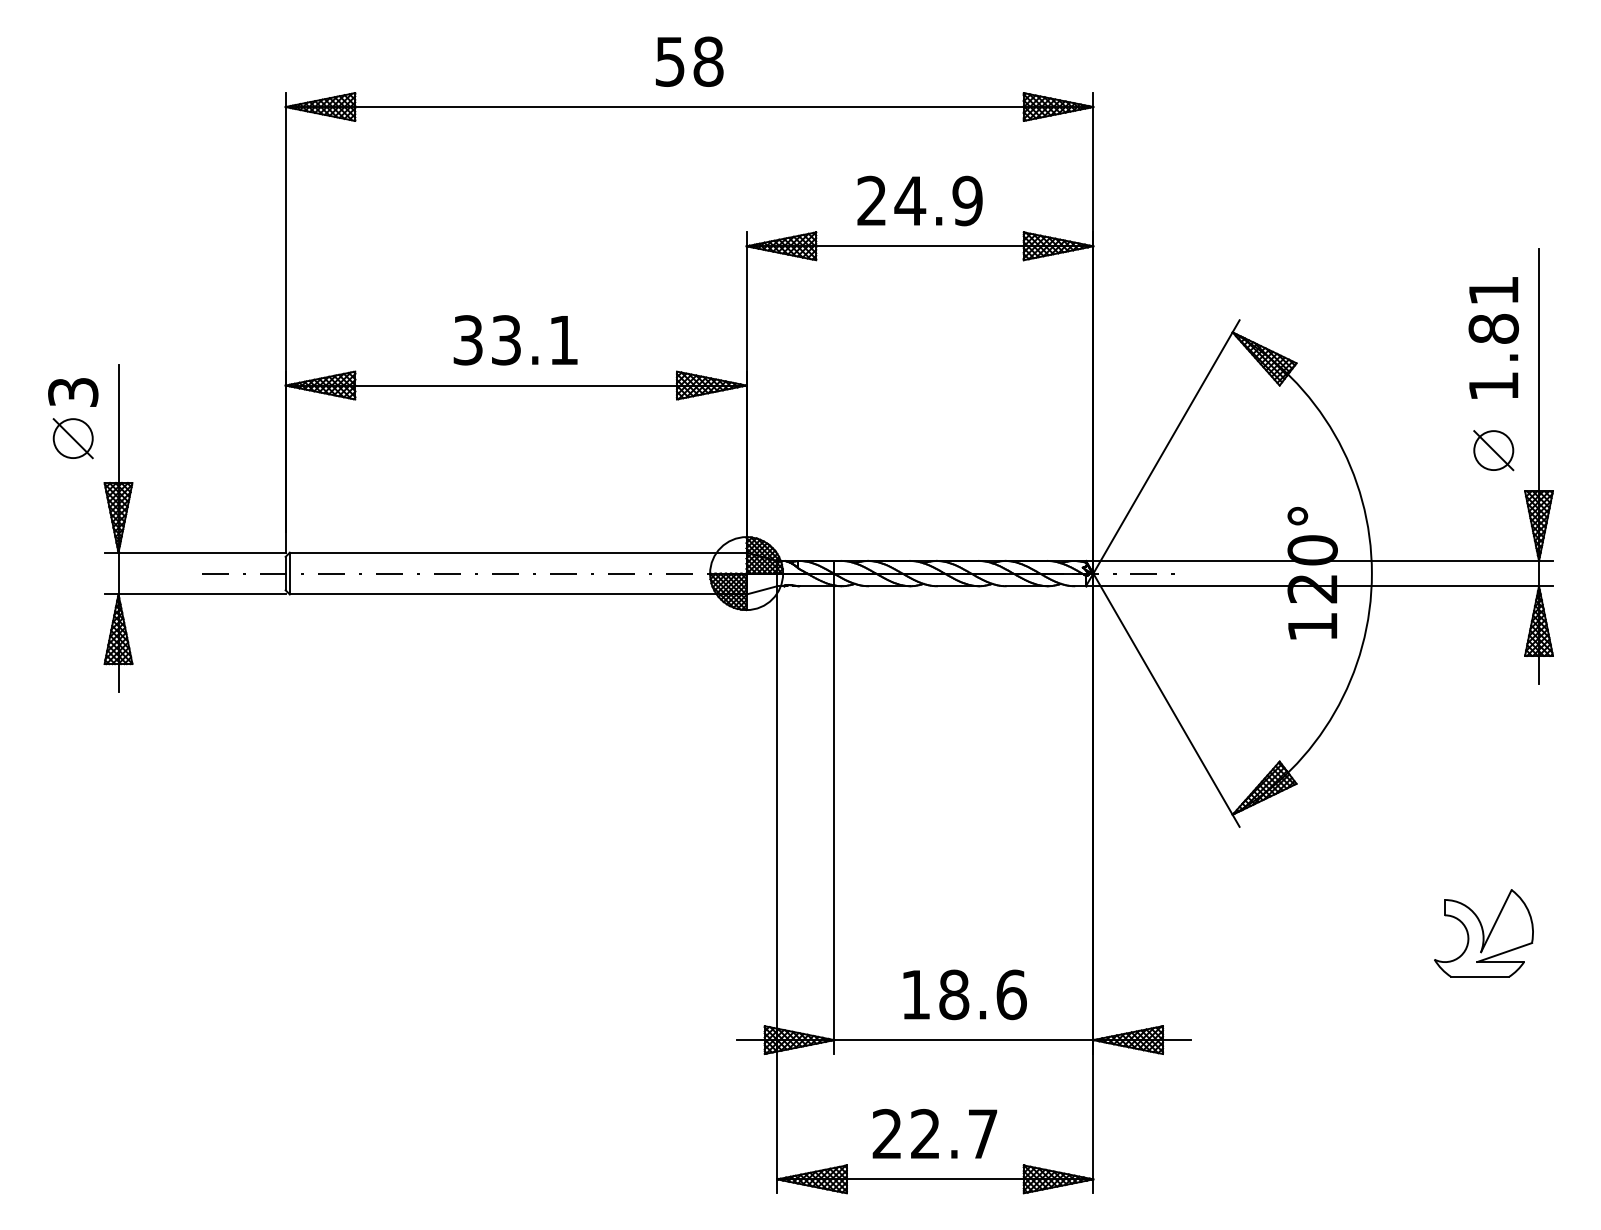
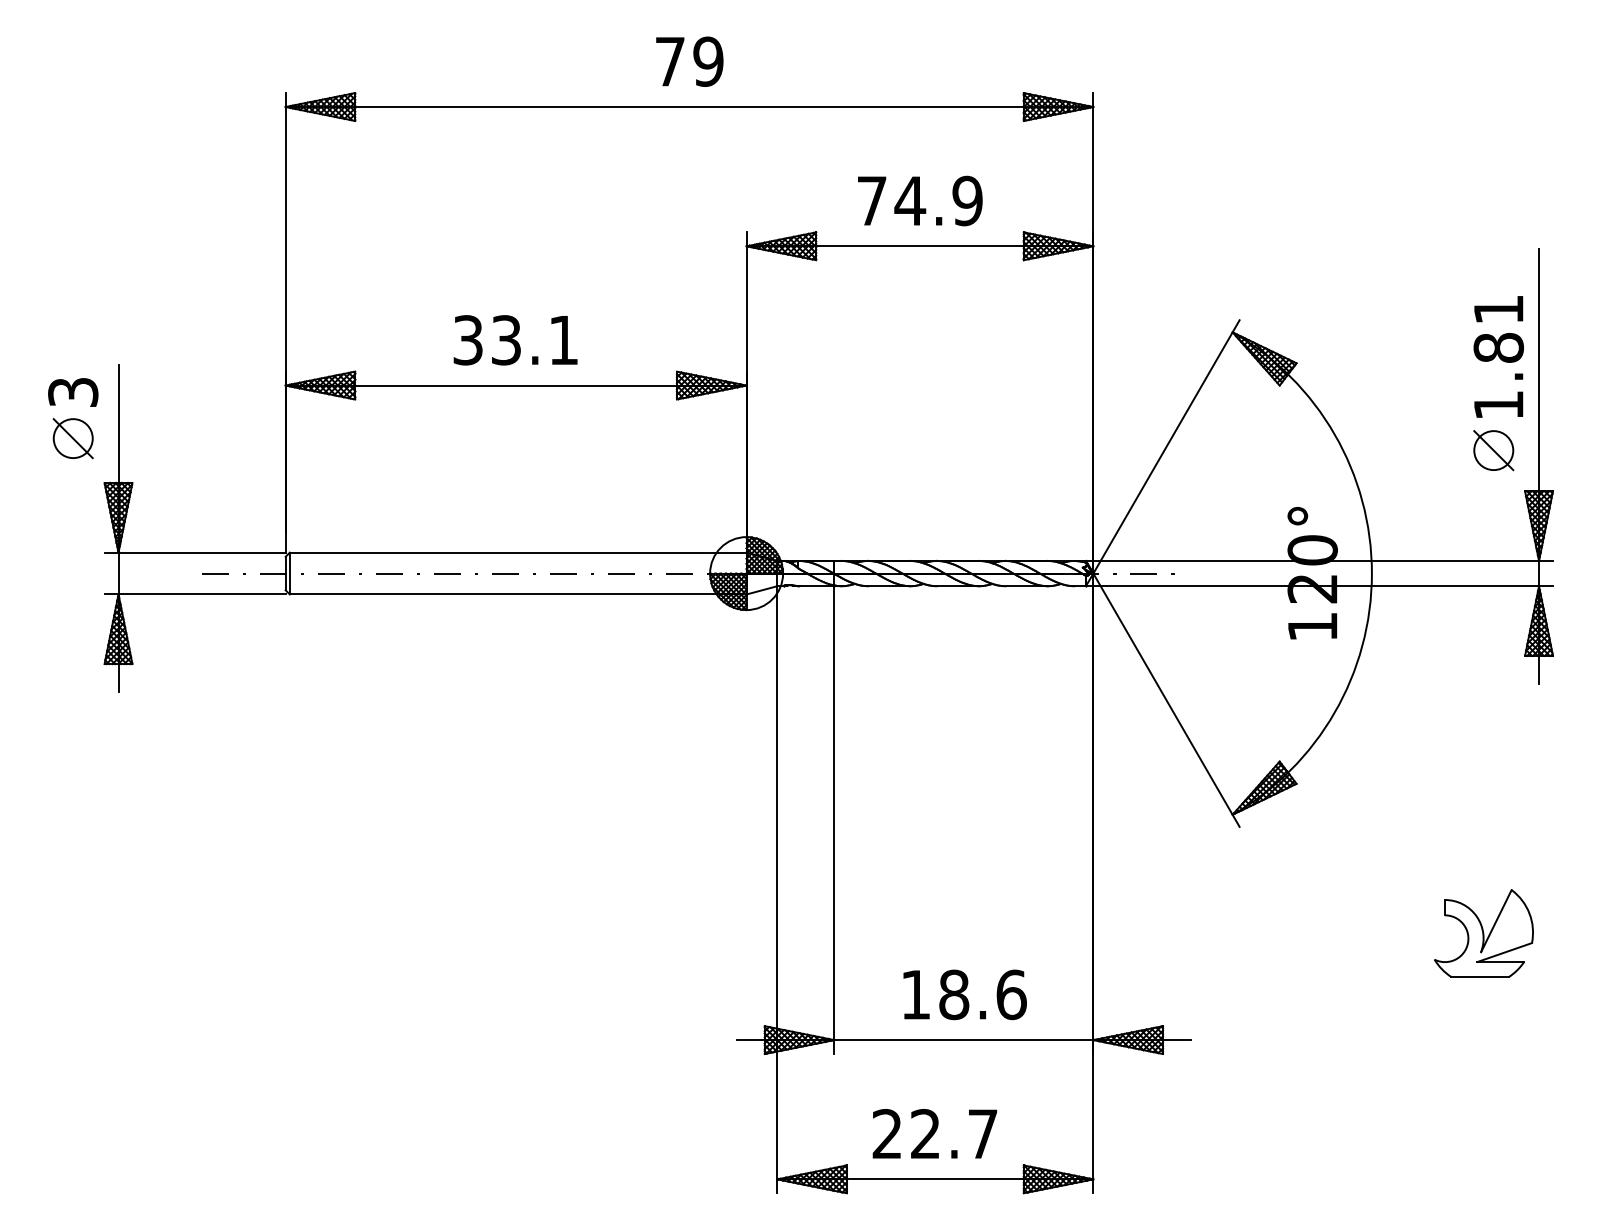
text at (689, 61): 58 -> 79
text at (871, 200): 24.9 -> 74.9
text at (1493, 337) position: (1493, 337) -> (1498, 356)
